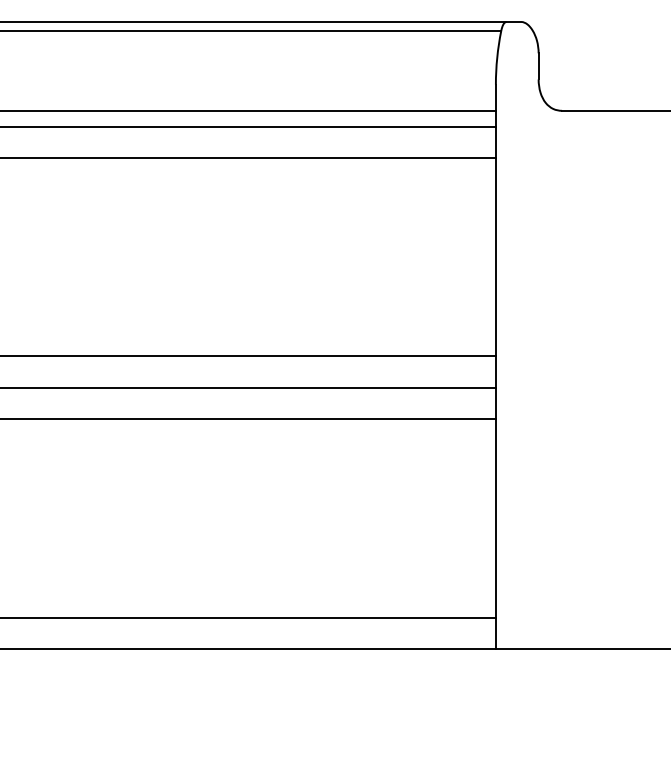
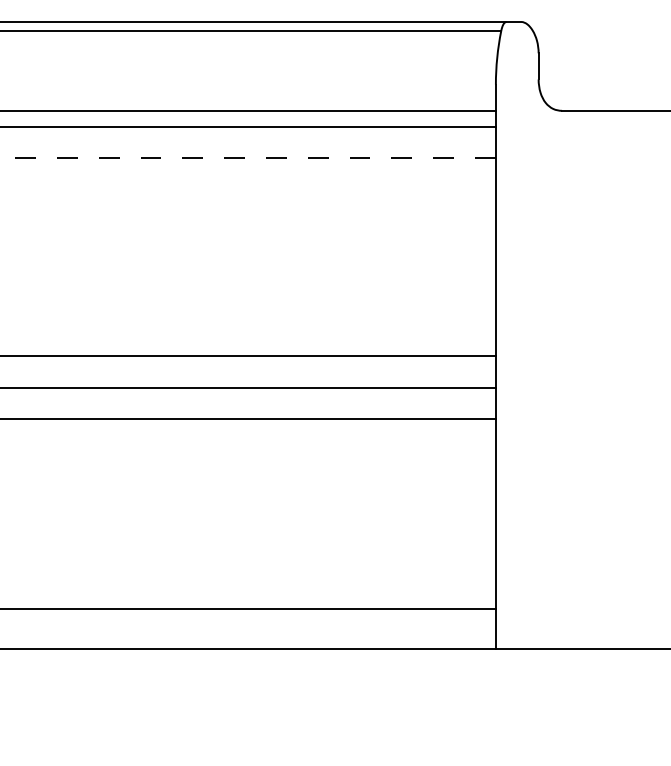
line at (248, 157): solid -> dashed
line at (248, 617) position: (248, 617) -> (248, 608)
